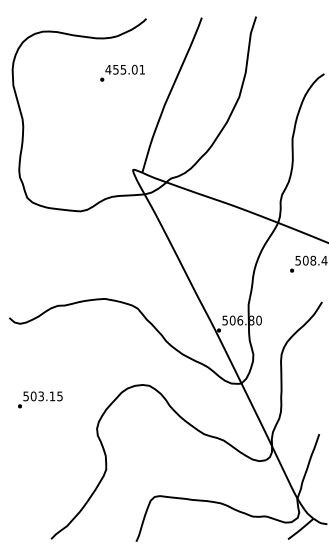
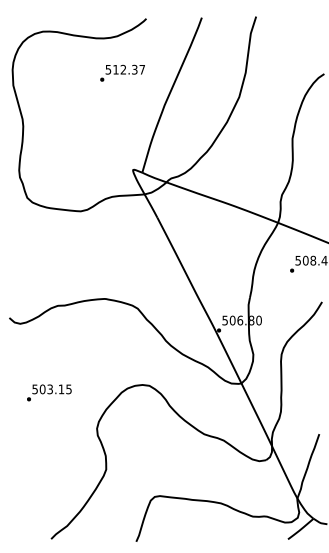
text at (124, 69): 455.01 -> 512.37
text at (40, 399) position: (40, 399) -> (49, 392)
